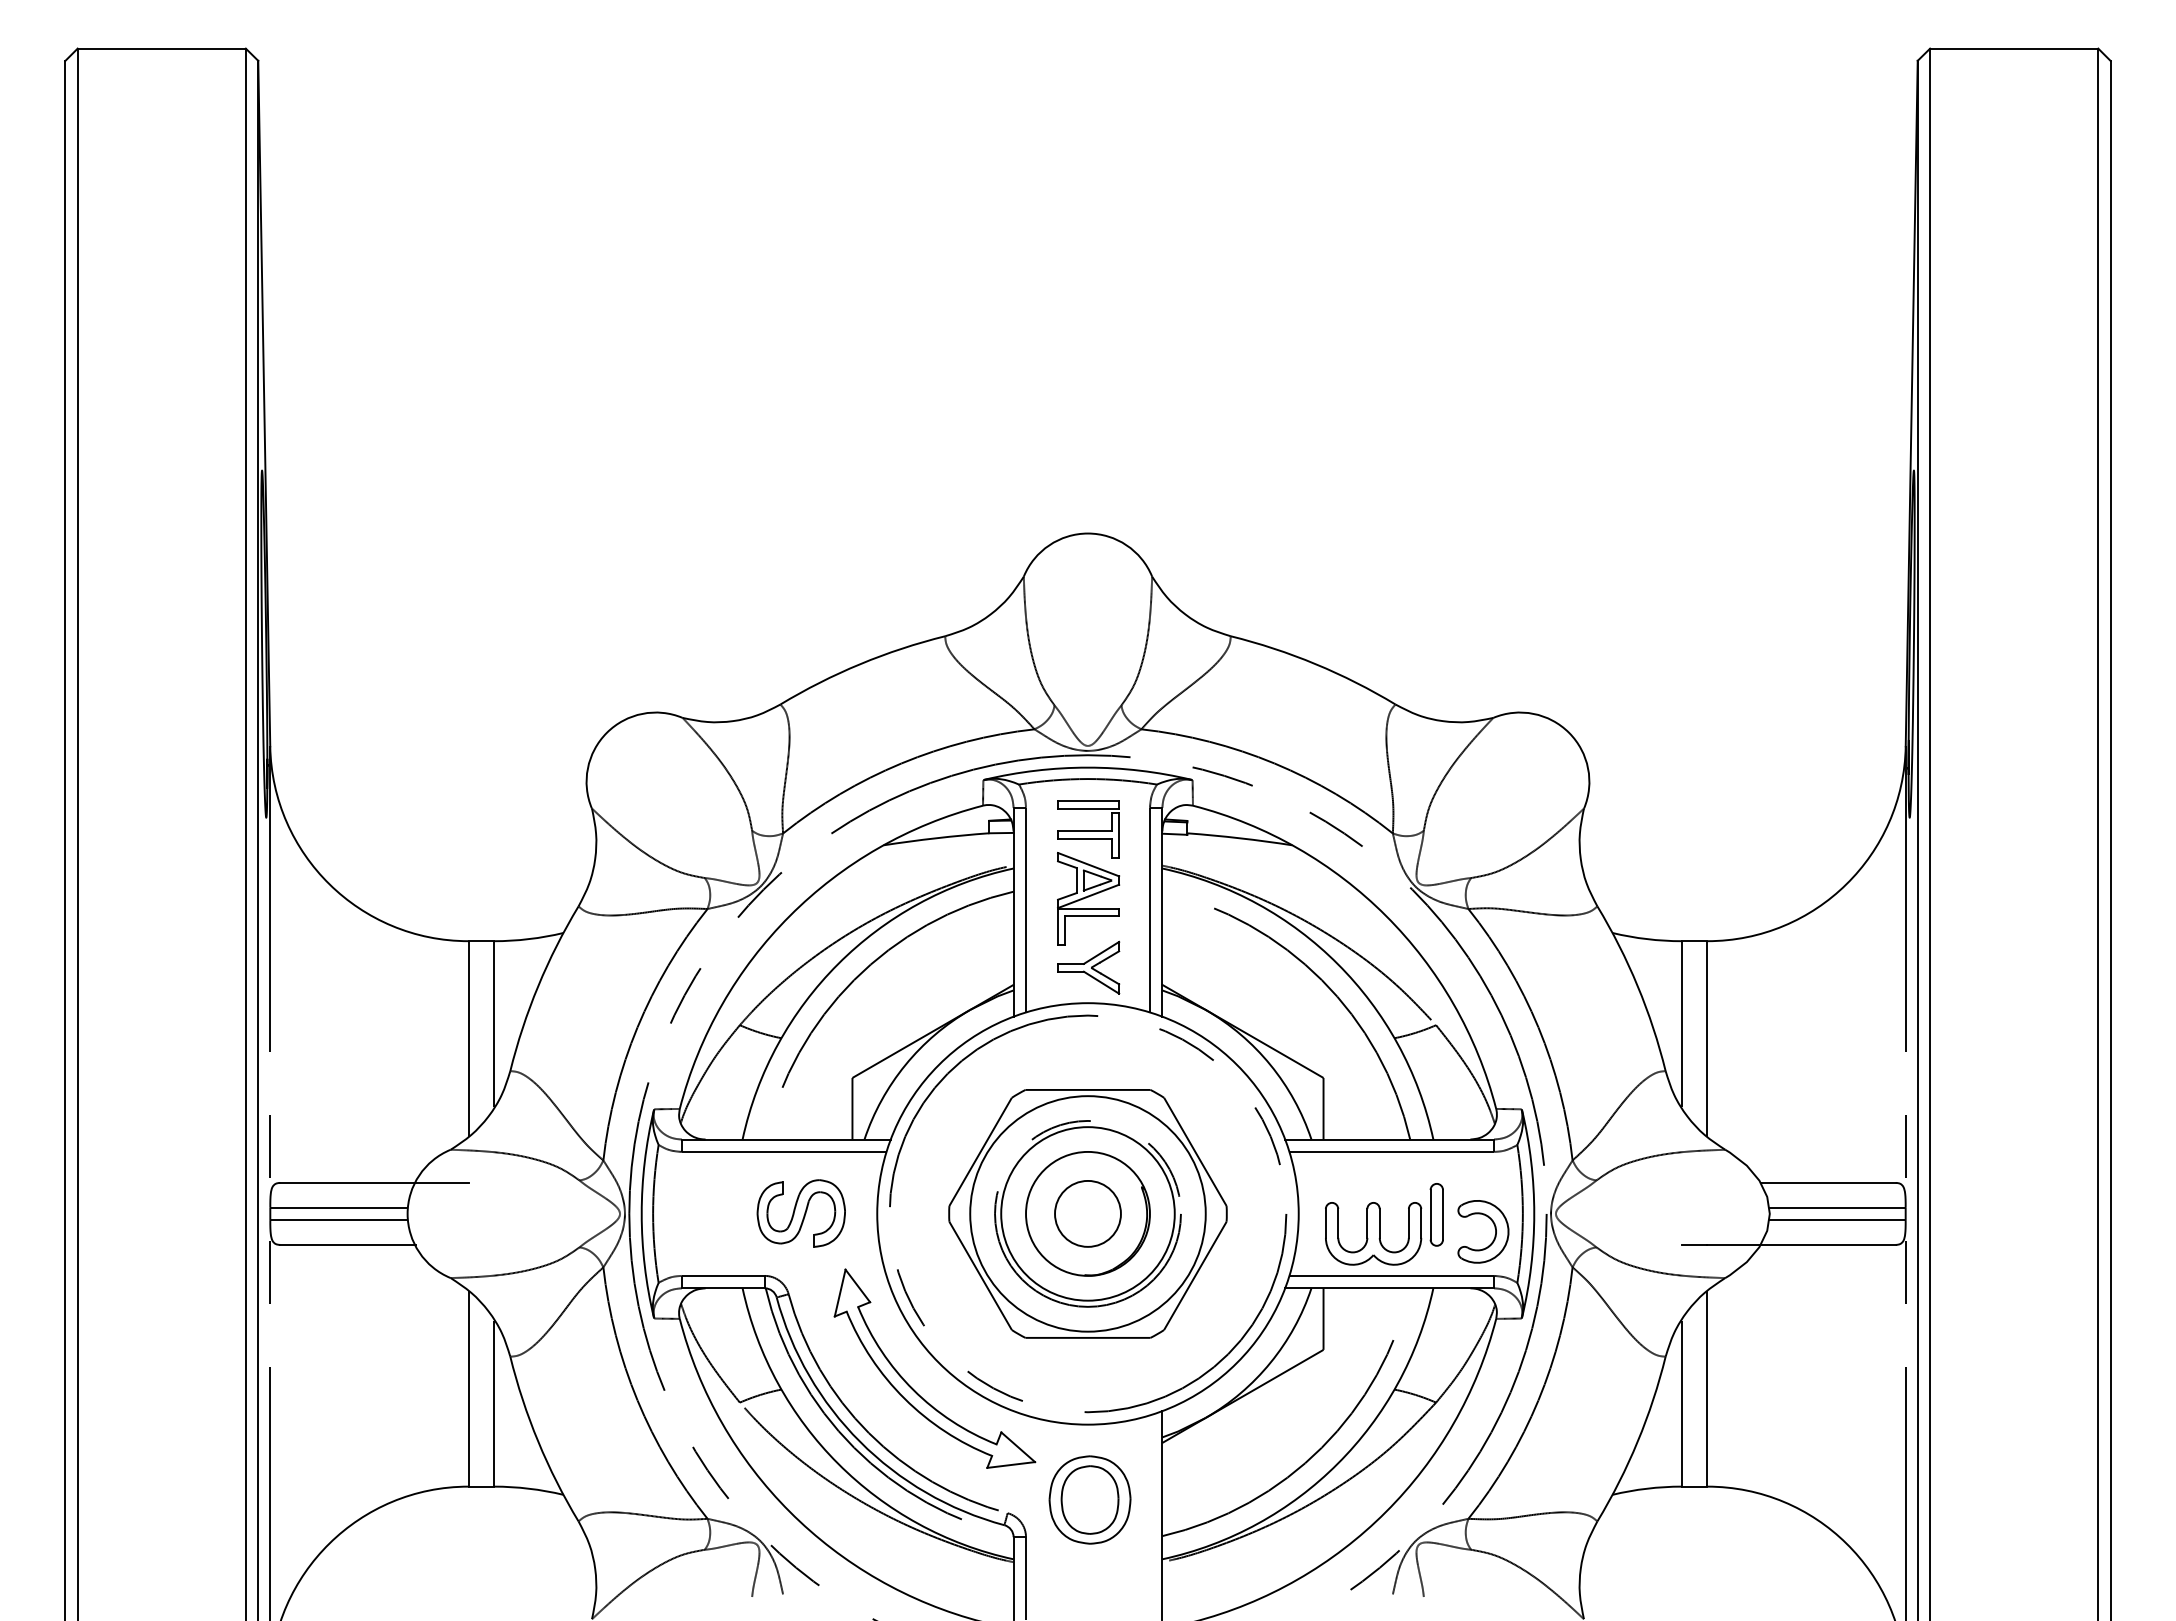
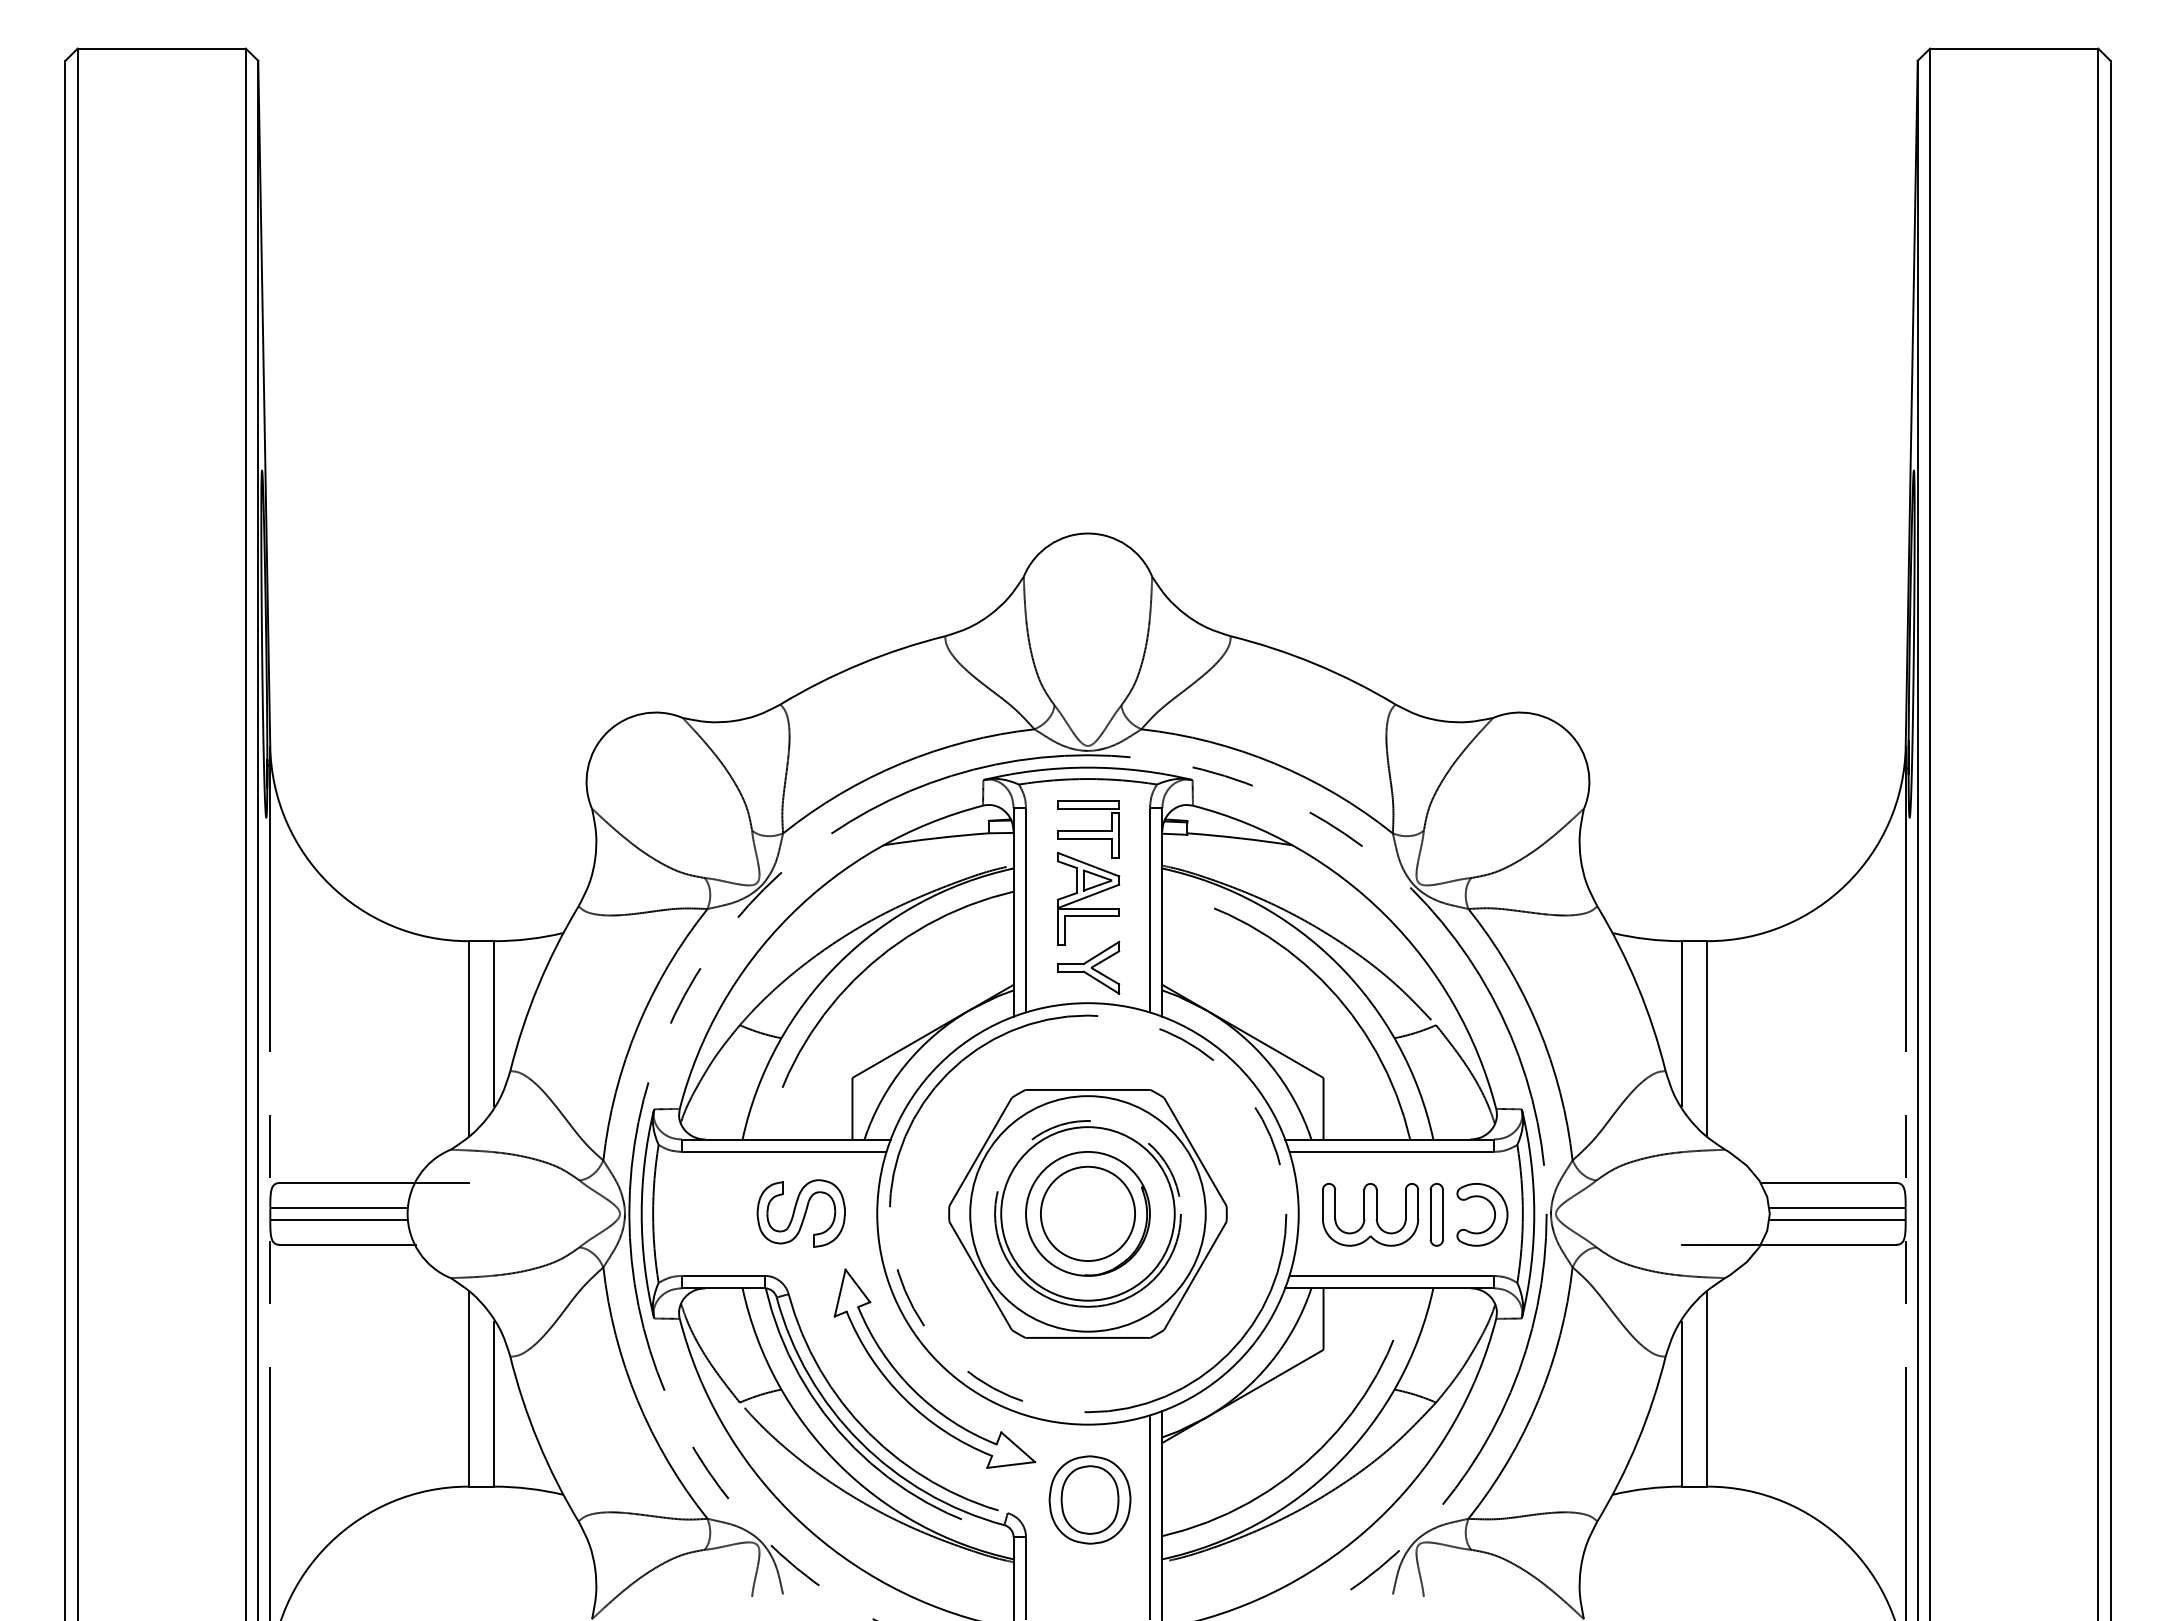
circle at (1087, 1213) diameter: 66 px -> 94 px
part at (1494, 1228) position: (1494, 1228) -> (1493, 1211)
part at (1373, 1233) position: (1373, 1233) -> (1370, 1214)
line at (1149, 1516): none -> present
